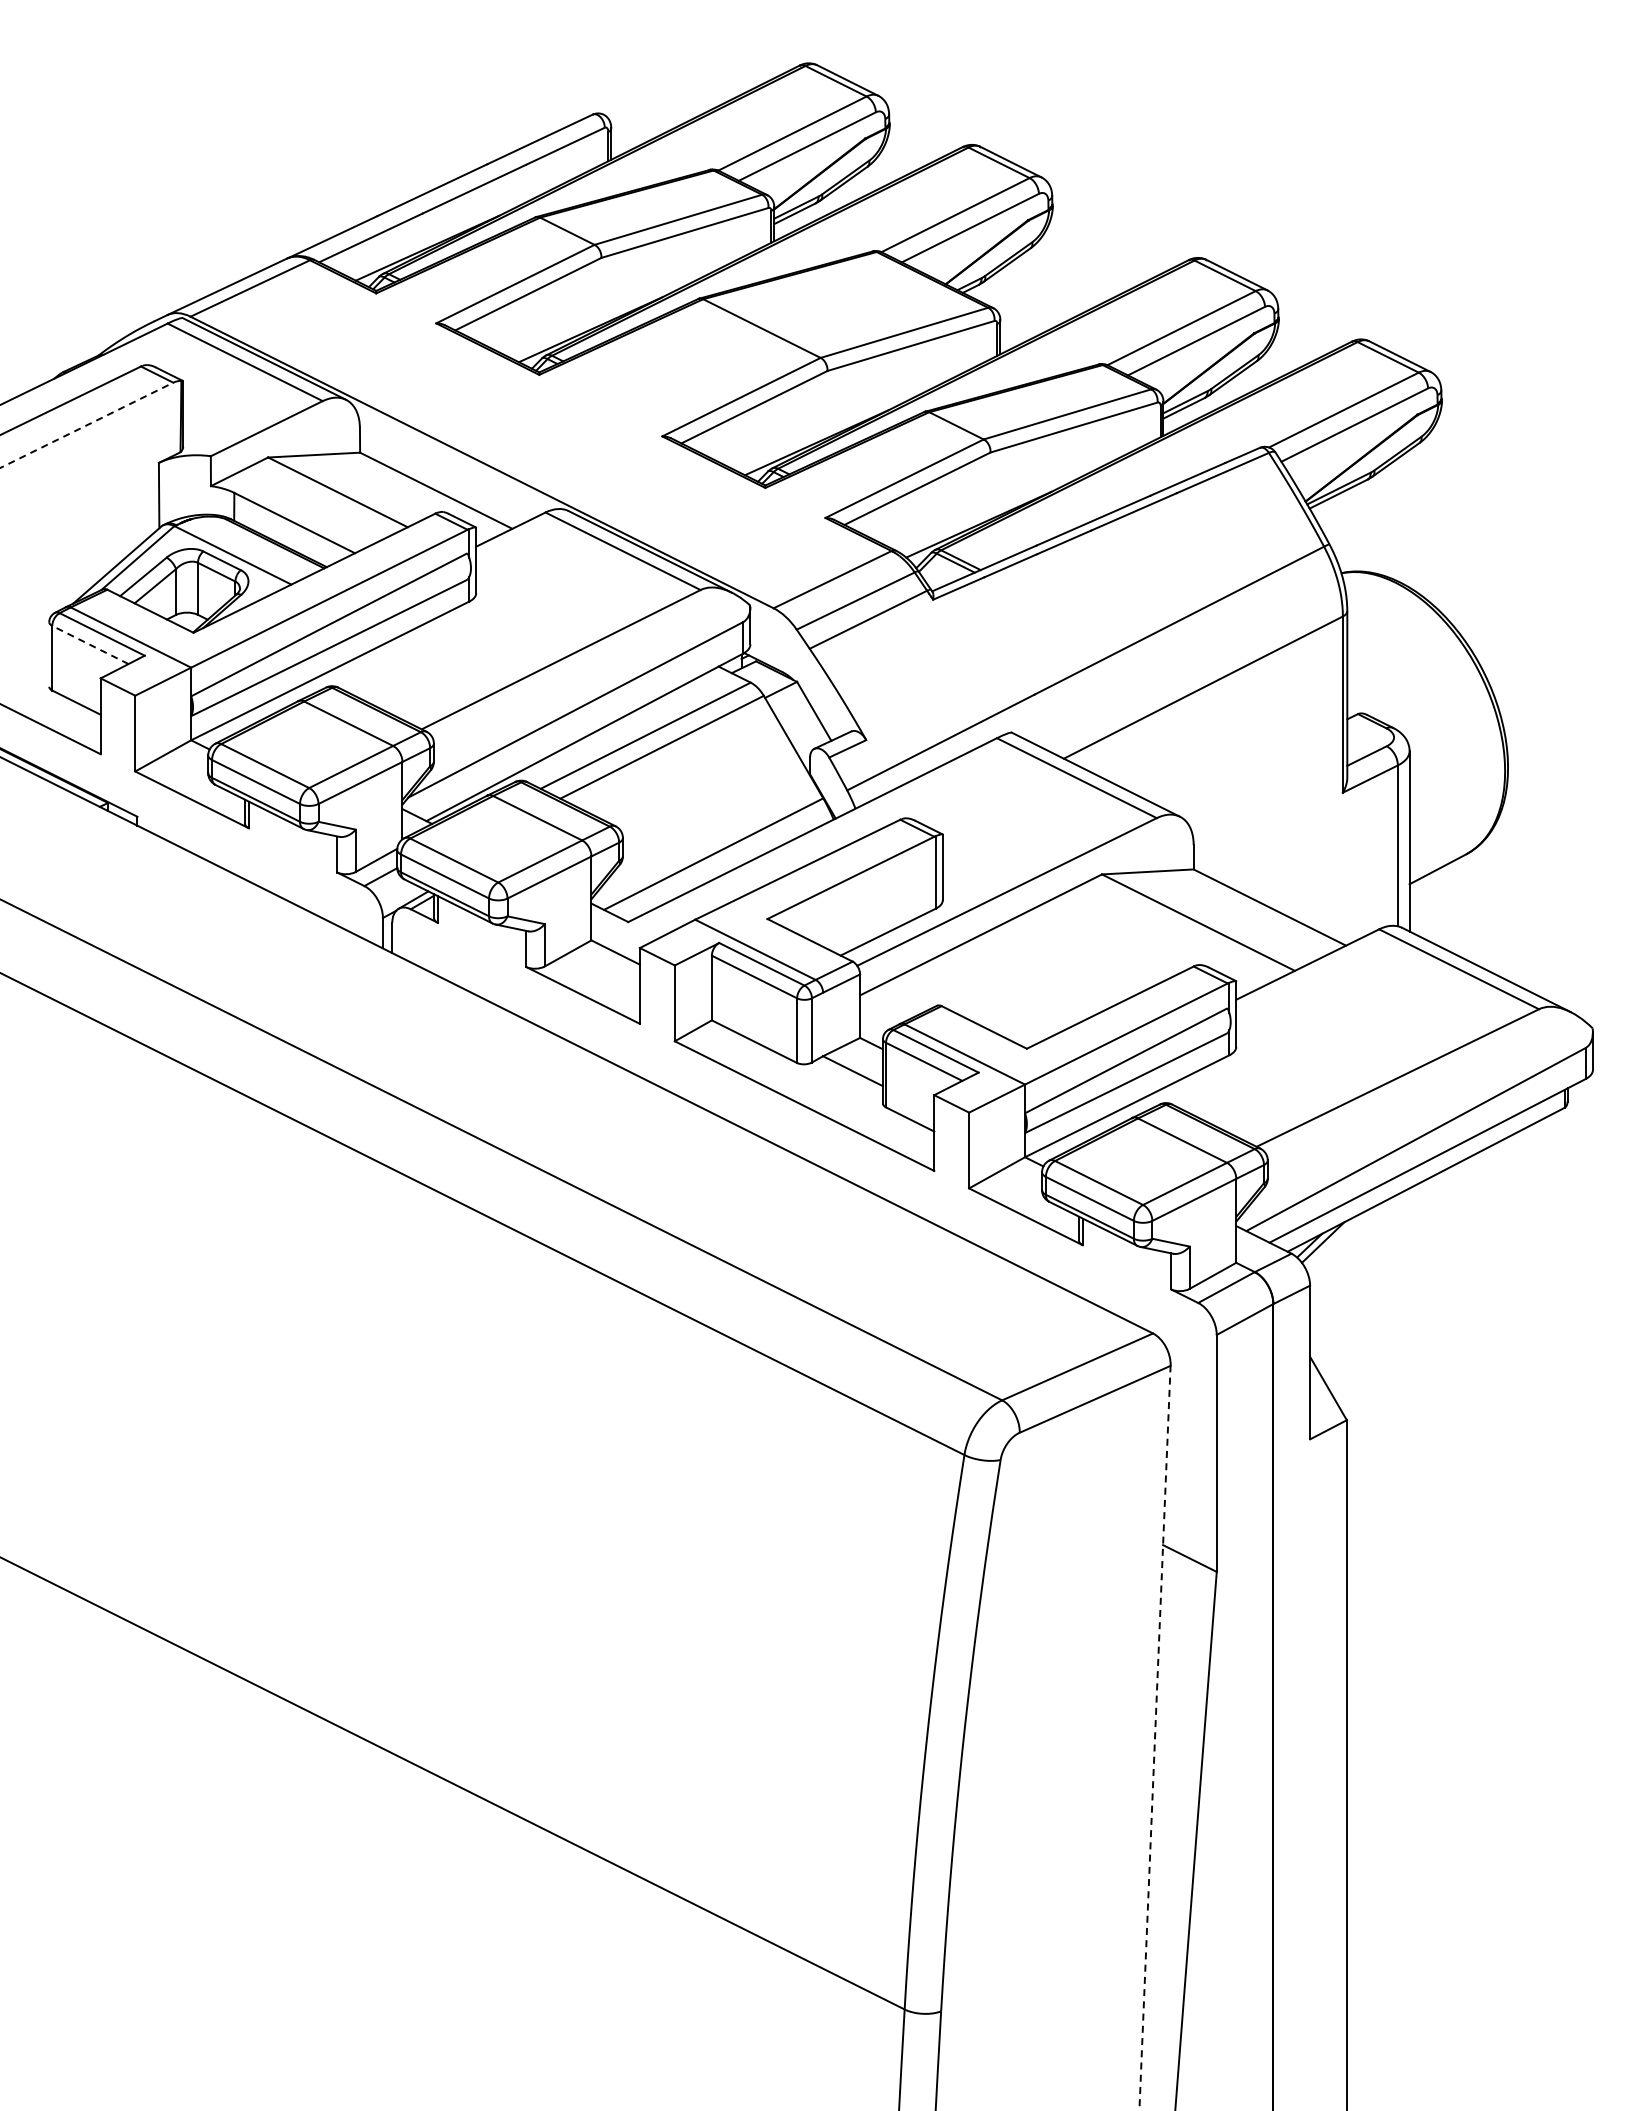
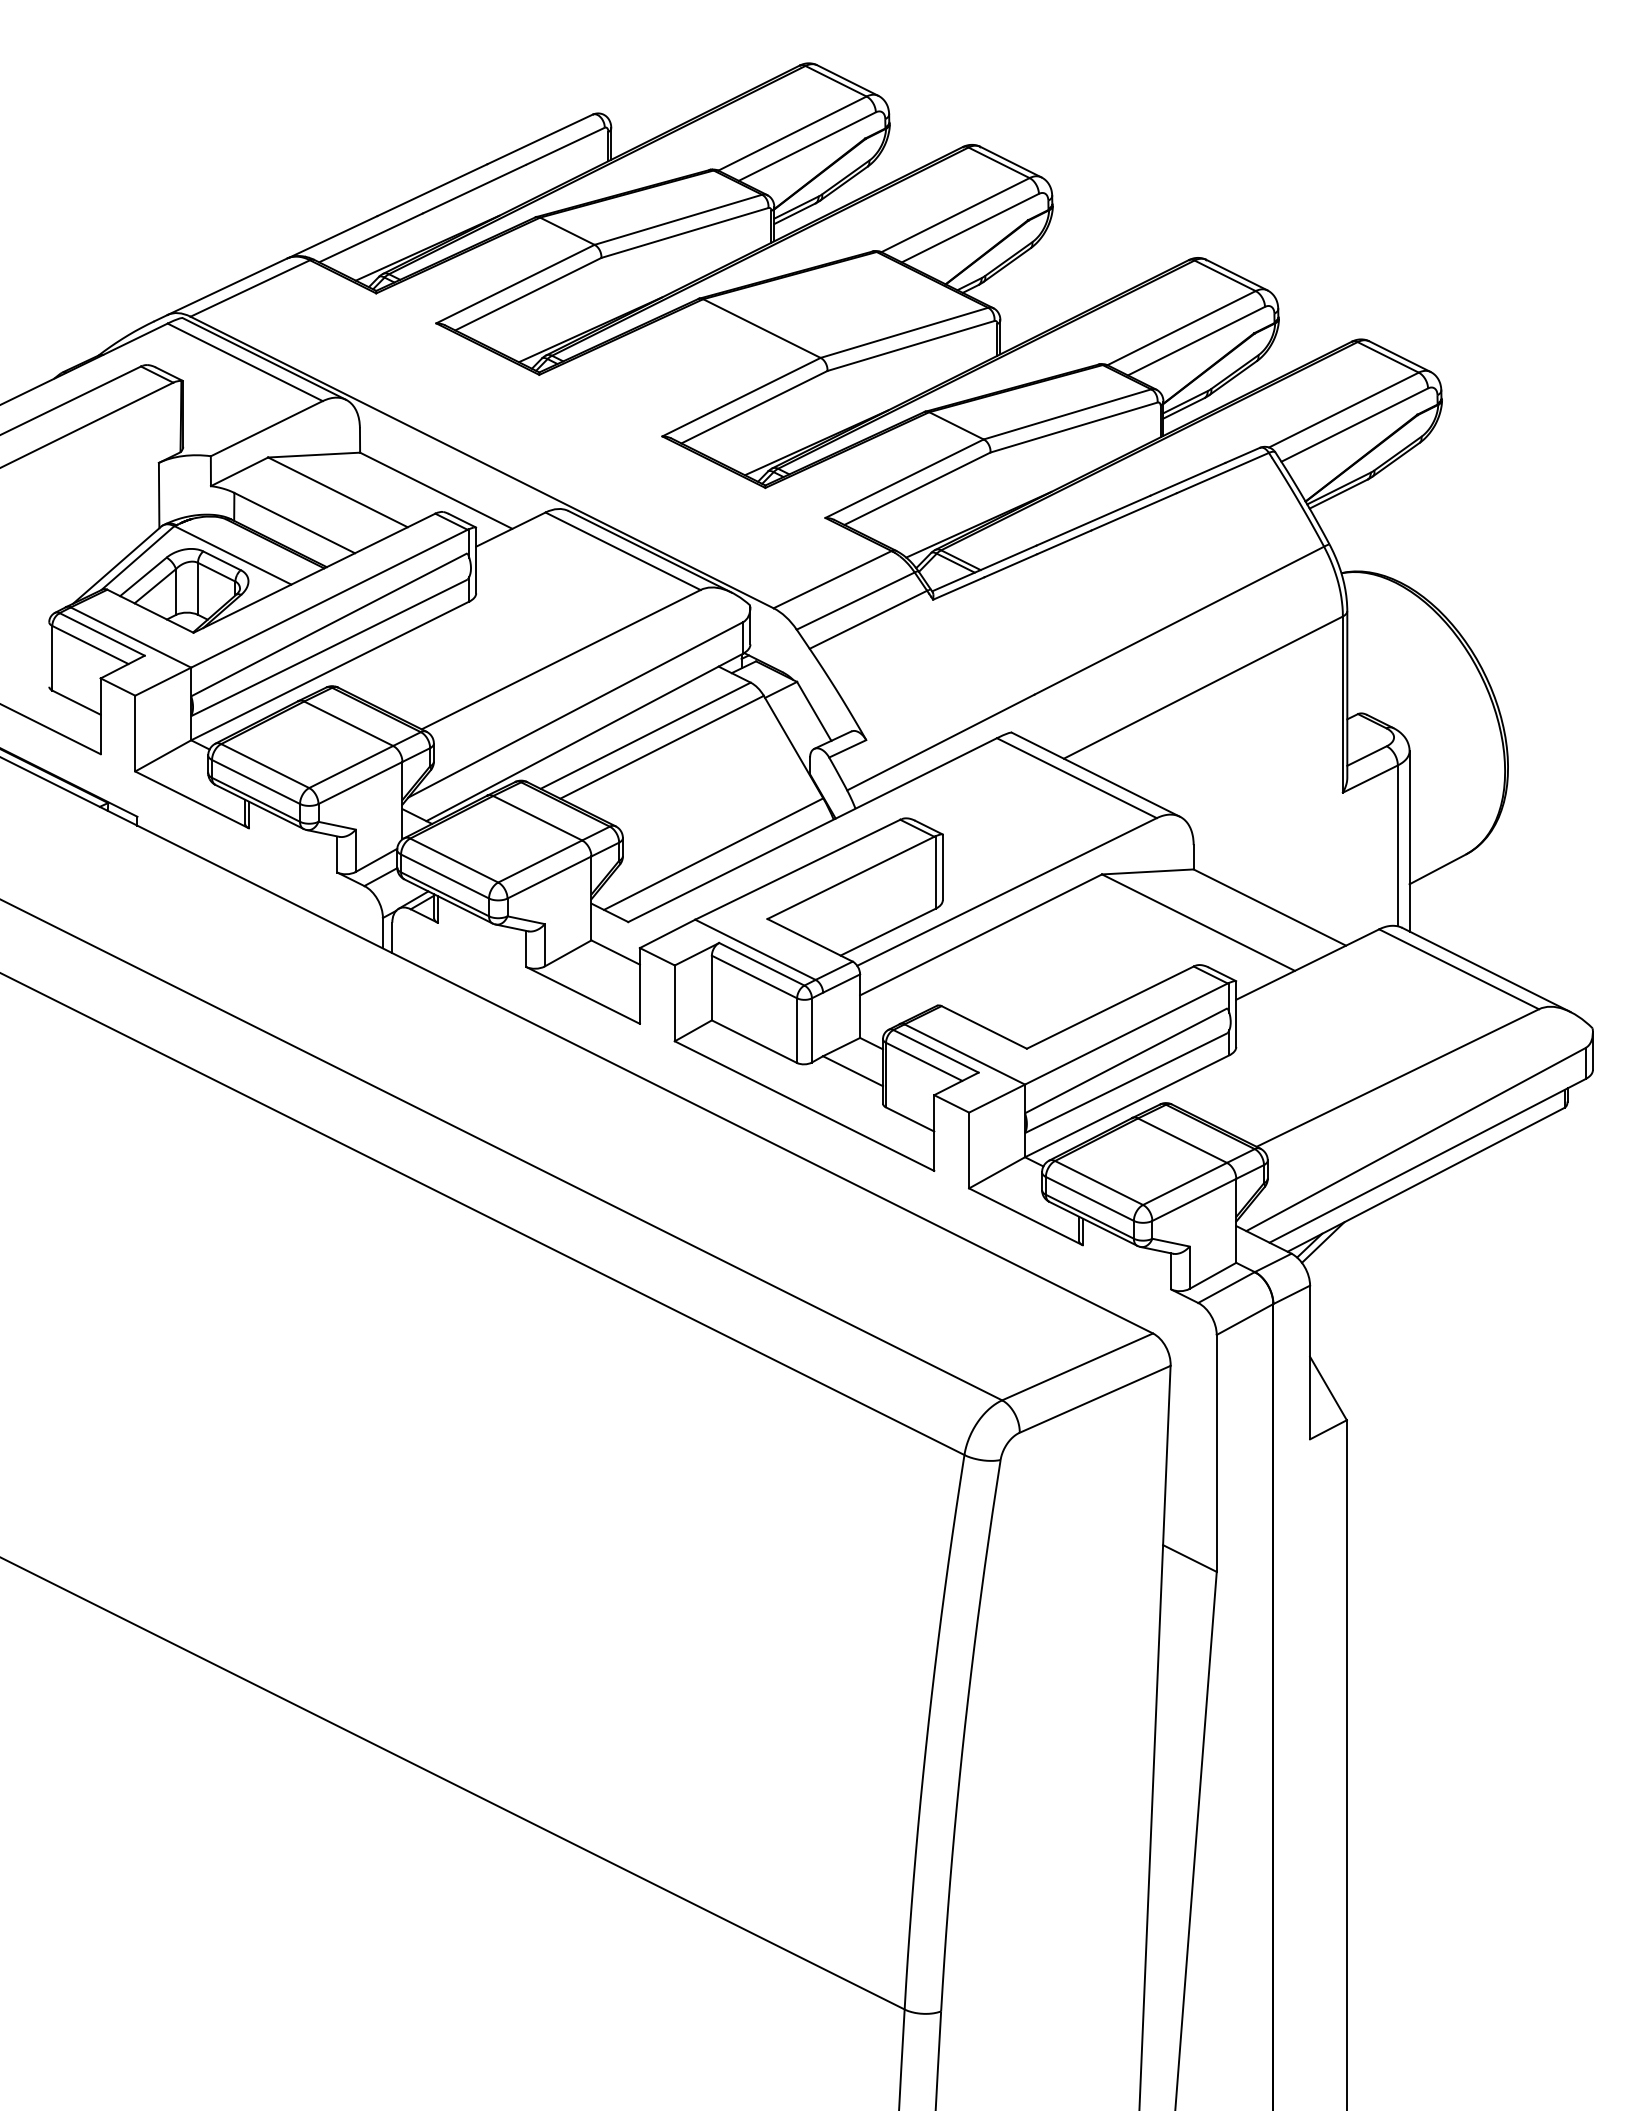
line at (87, 425): dashed -> solid
line at (90, 645): dashed -> solid
line at (1155, 1737): dashed -> solid
